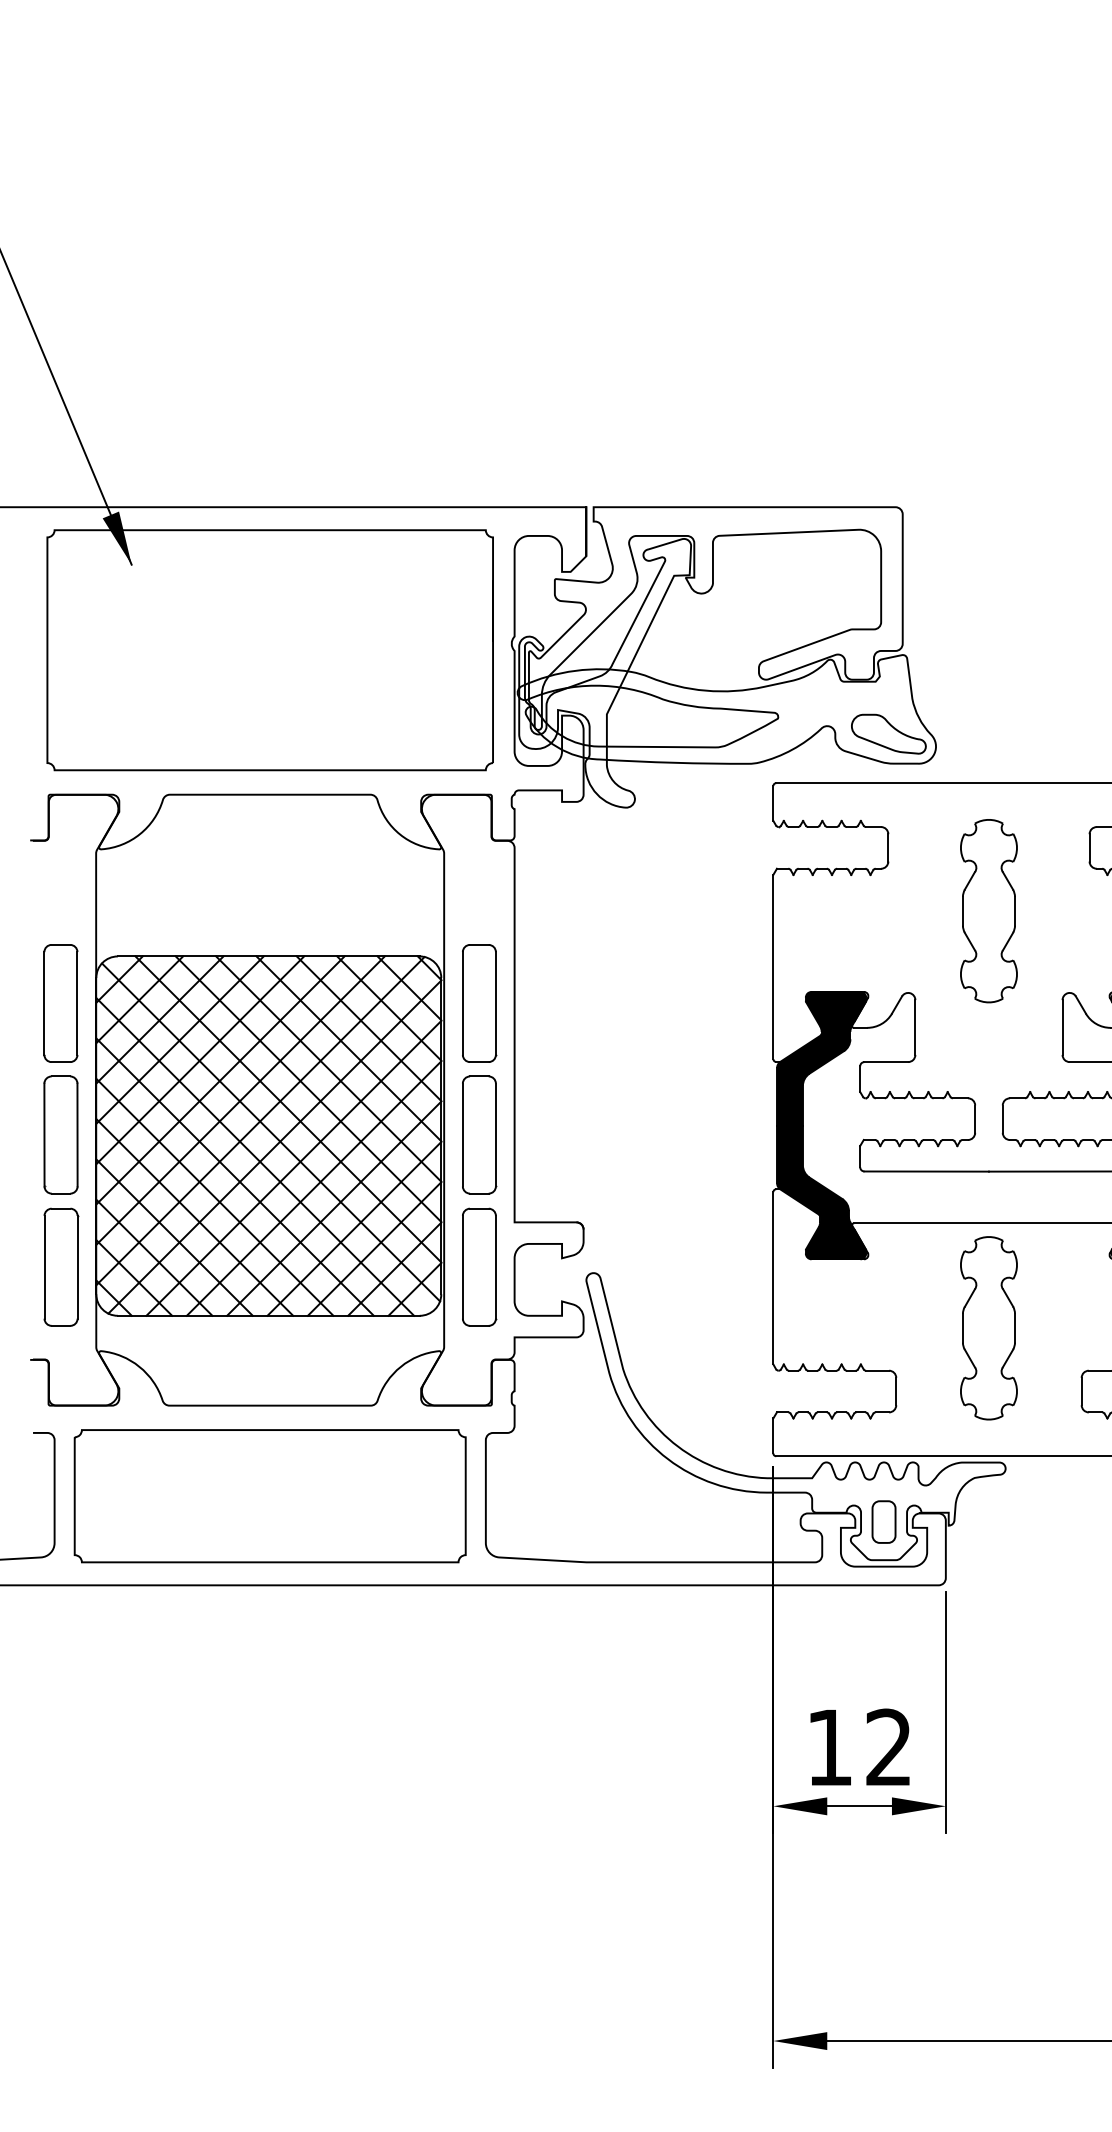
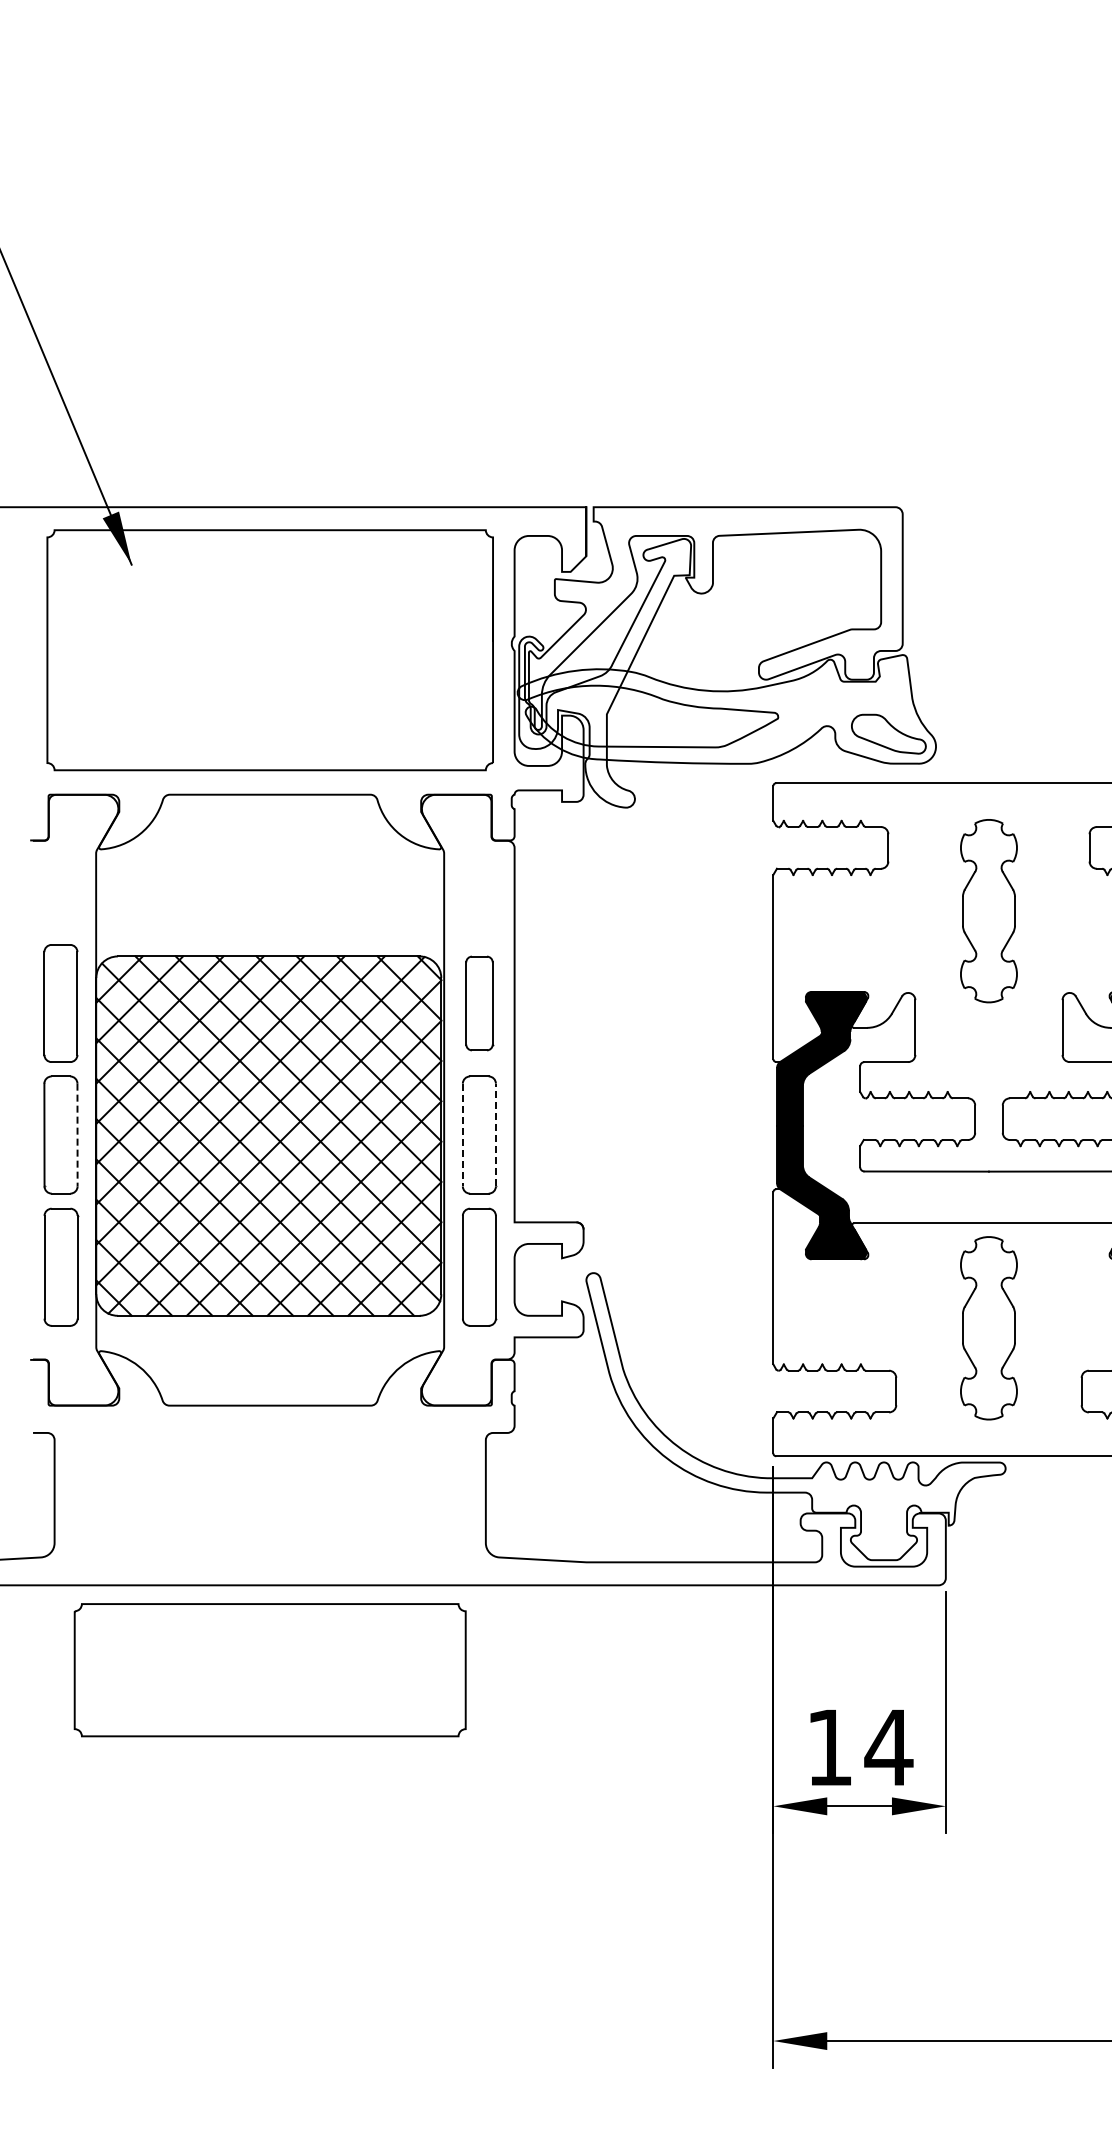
part at (479, 1003) size: 36x119 px -> 30x97 px
line at (495, 1134): solid -> dashed
line at (77, 1135): solid -> dashed
line at (462, 1135): solid -> dashed
part at (269, 1496) position: (269, 1496) -> (269, 1670)
part at (883, 1521): present -> none
text at (888, 1746): 12 -> 14
